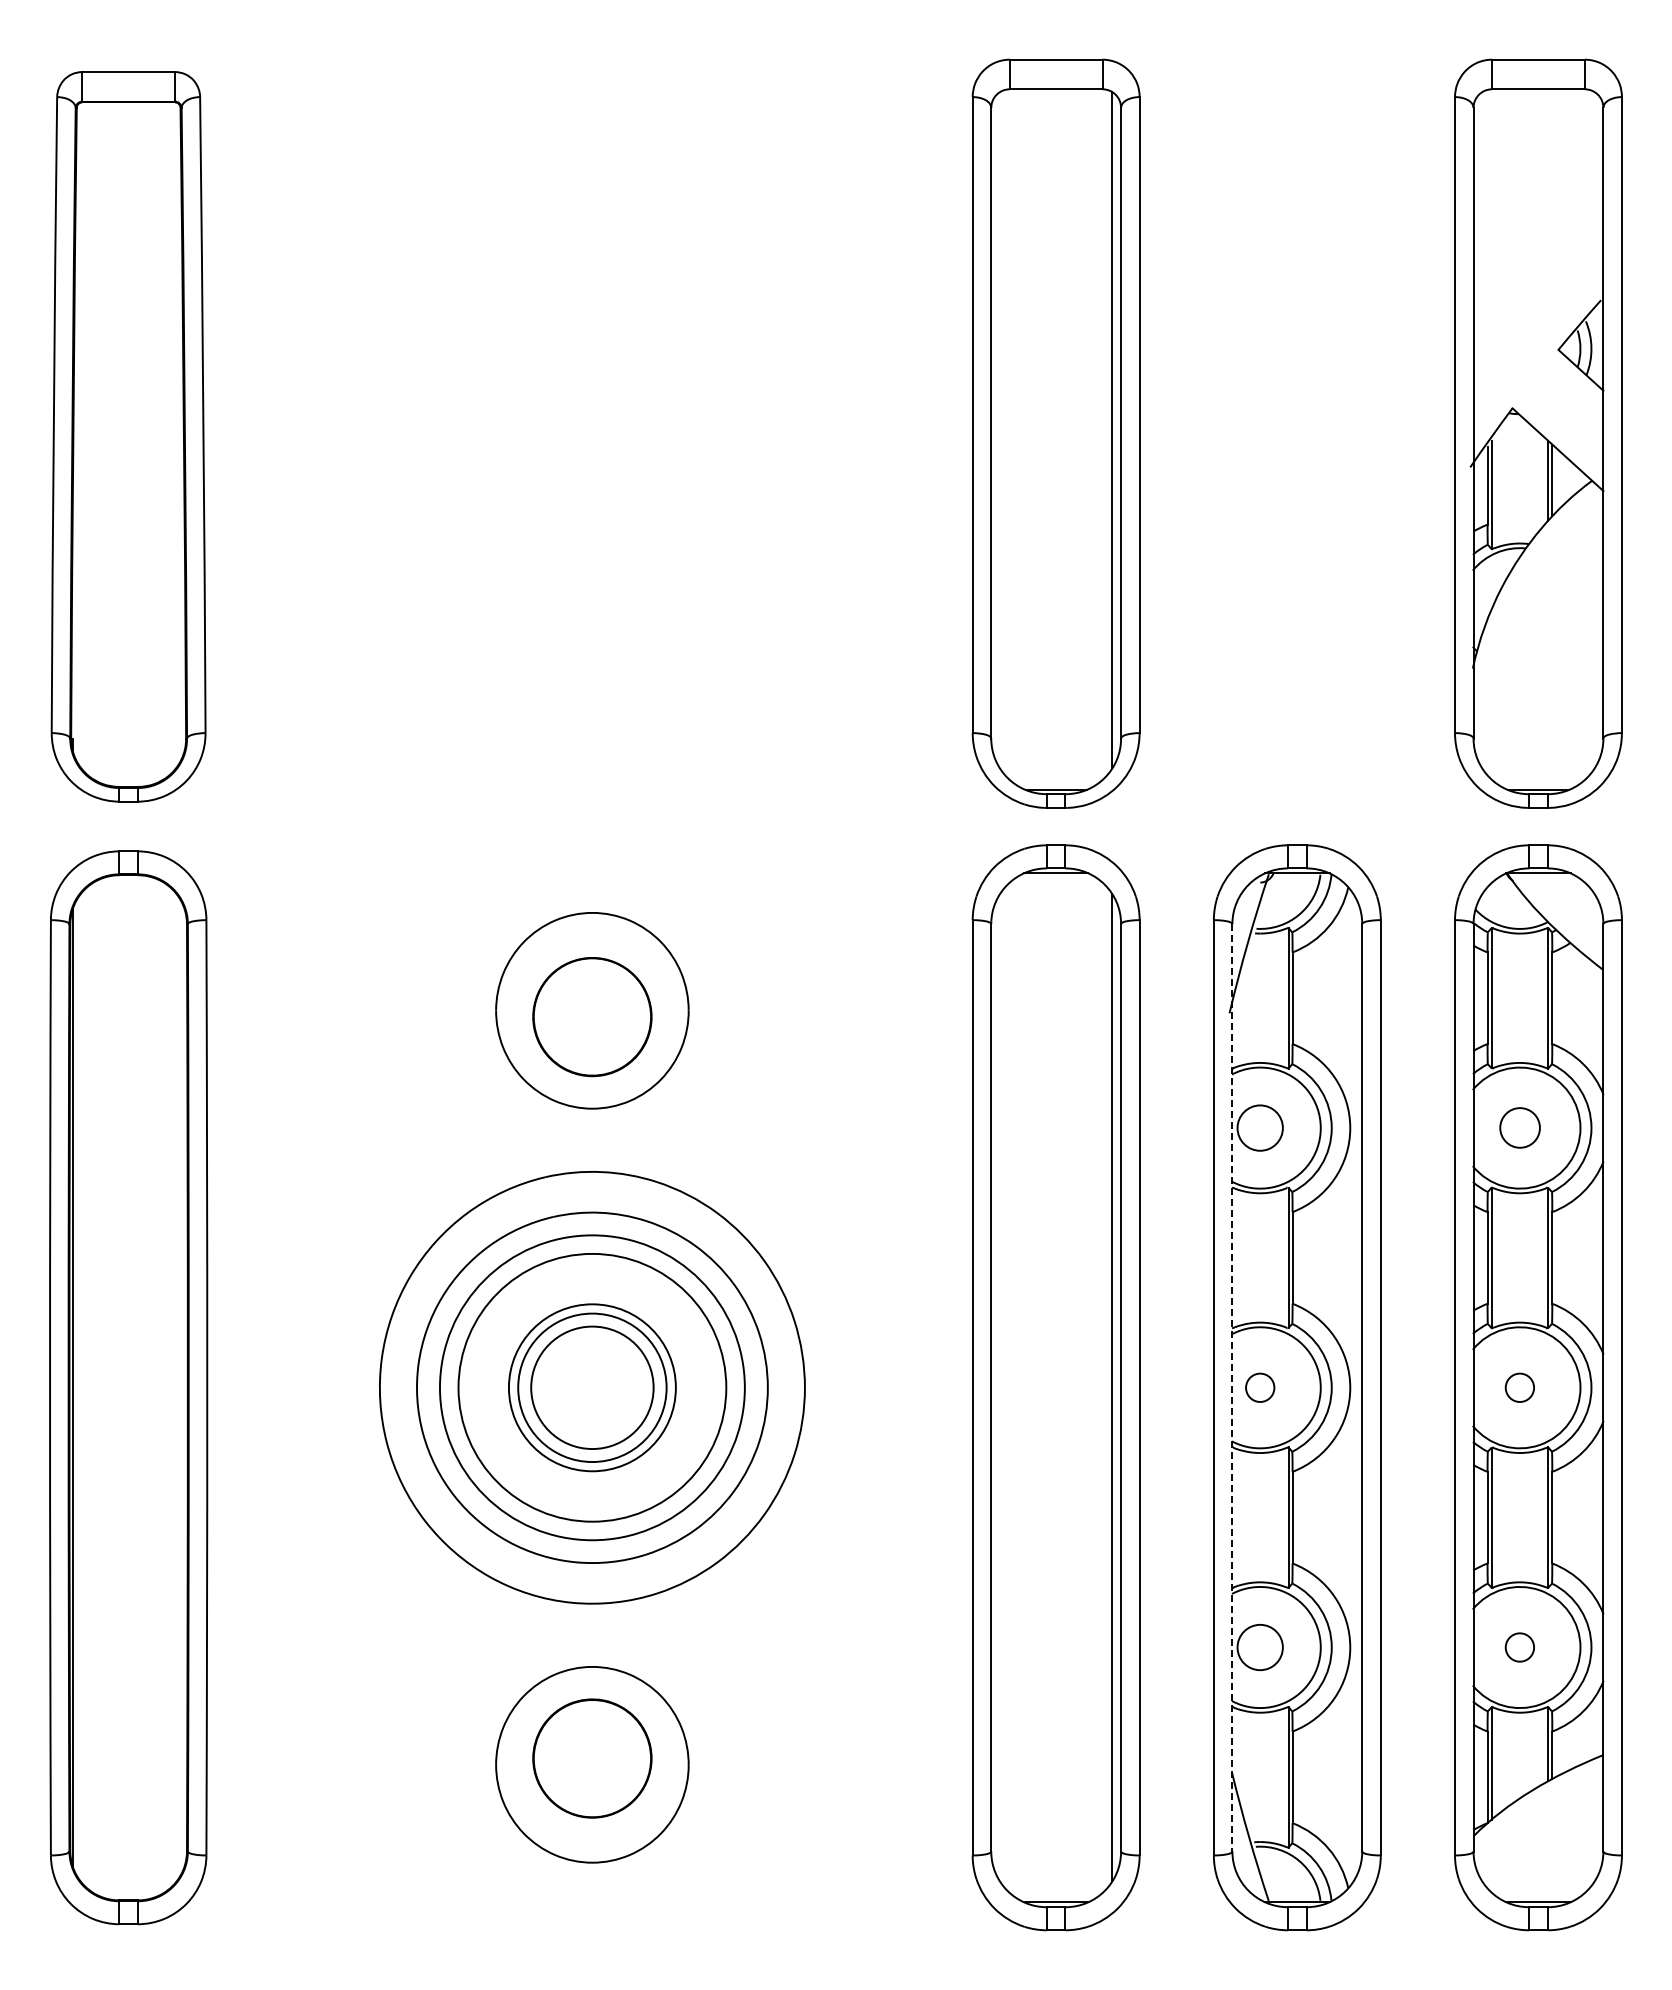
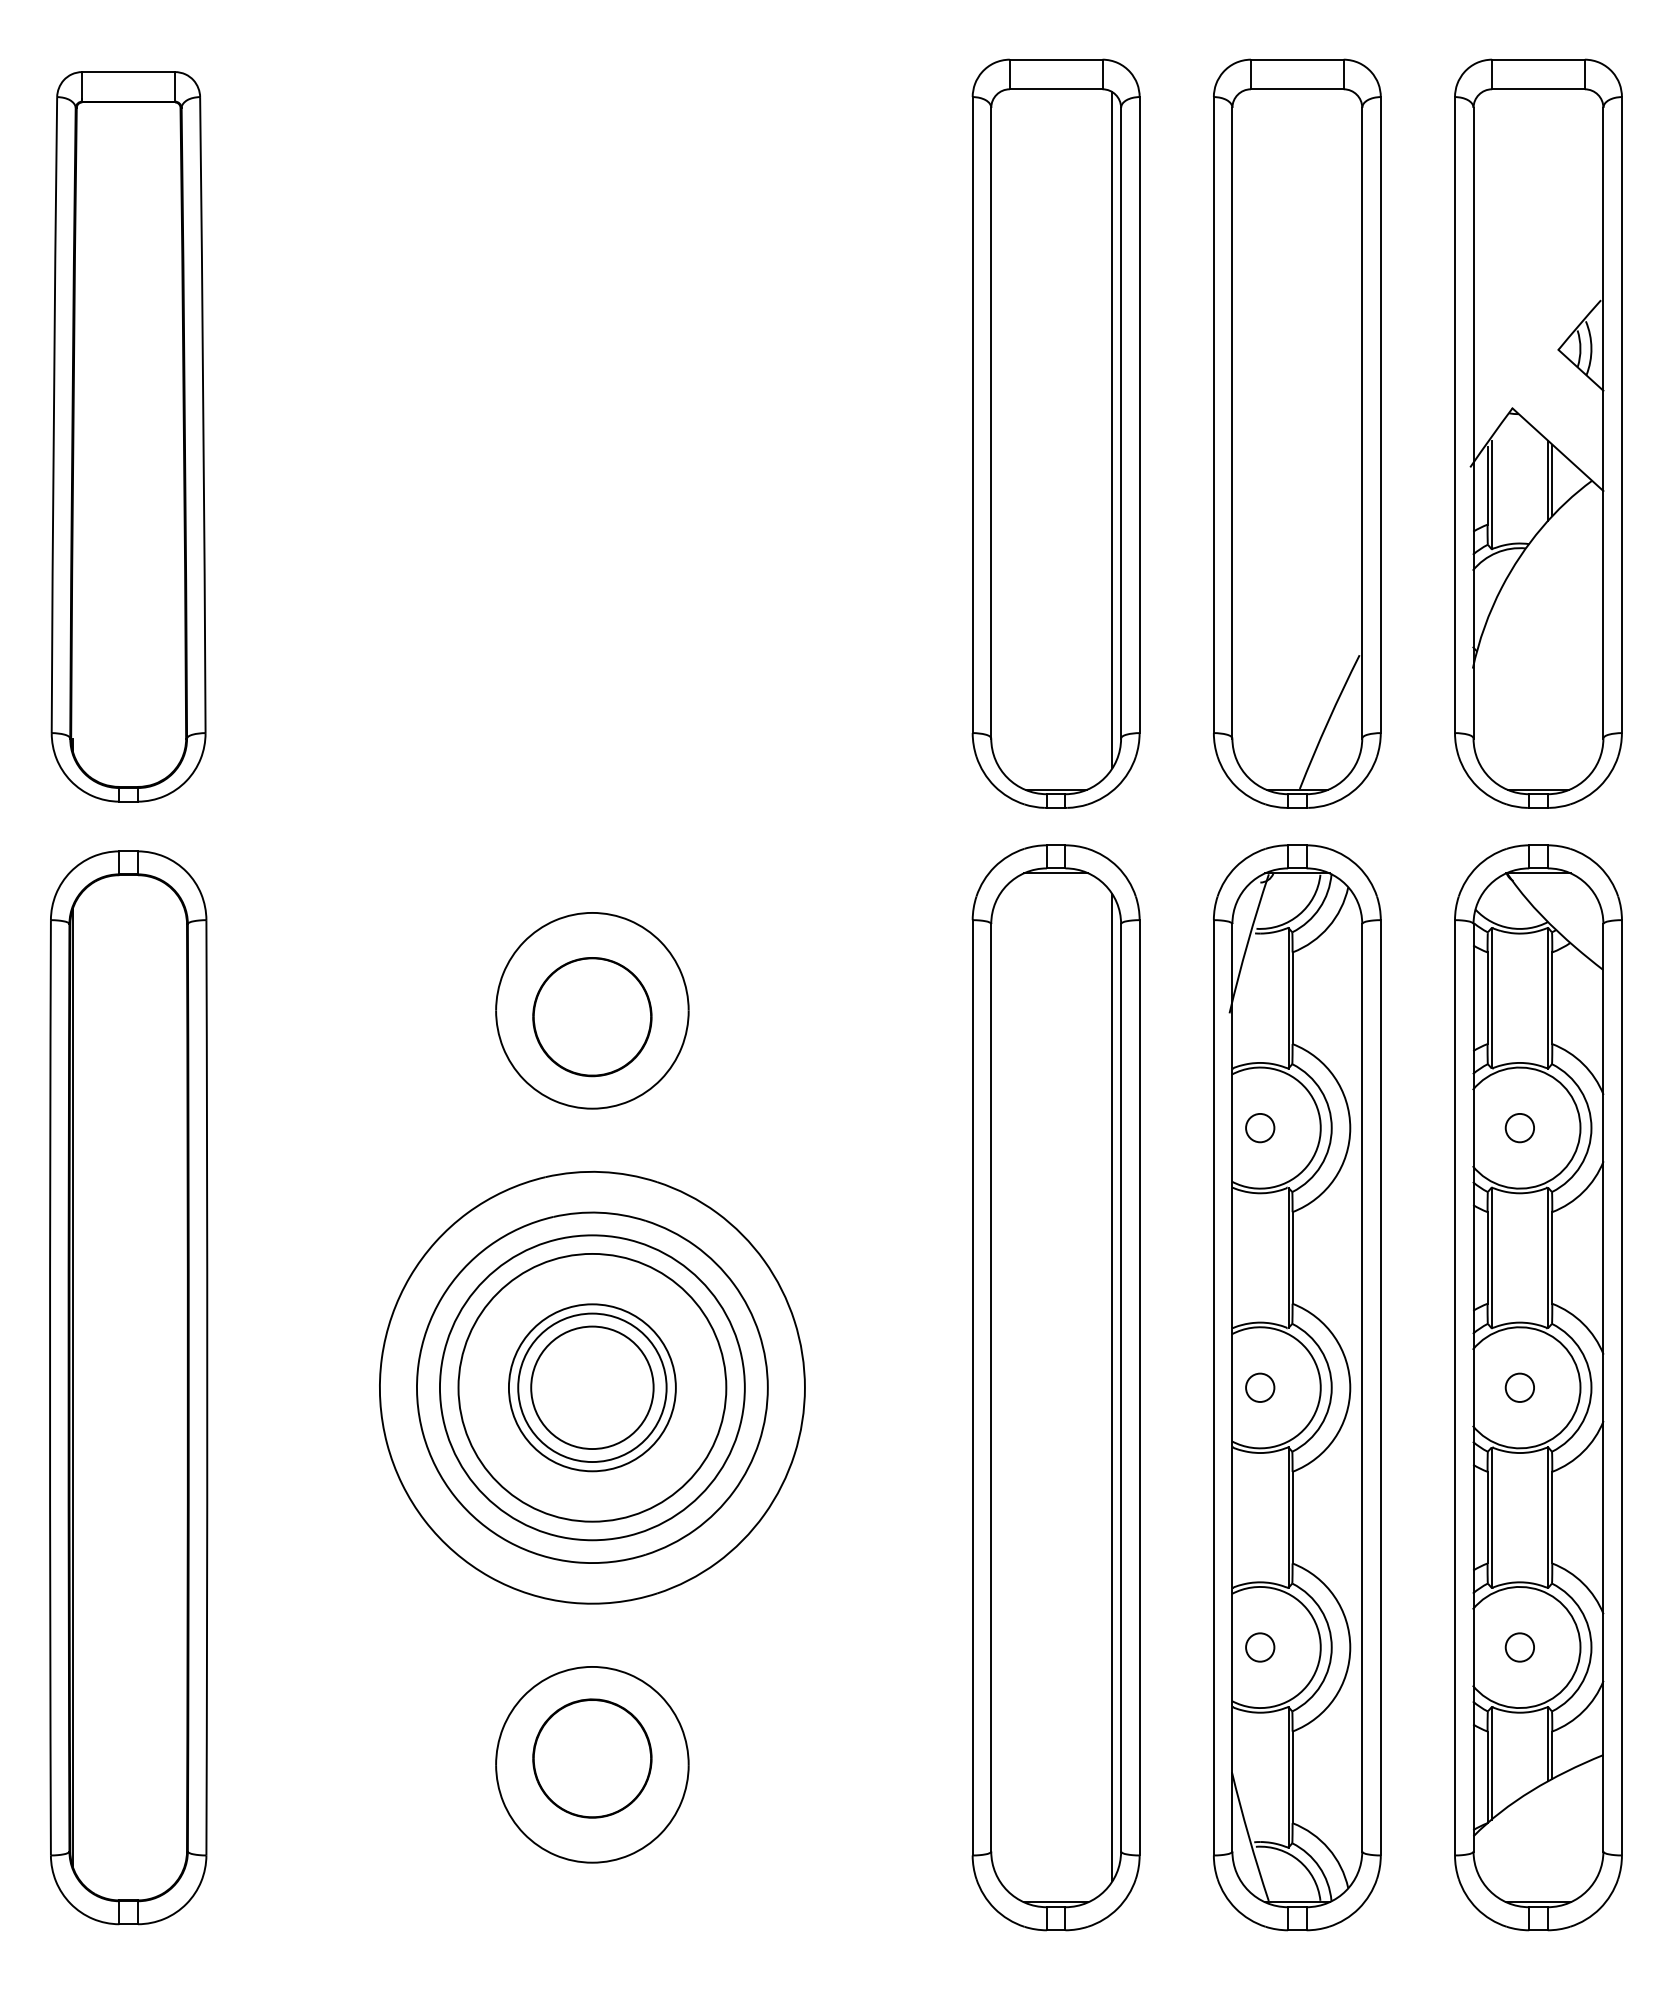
part at (1297, 433): none -> present
circle at (1259, 1127) diameter: 45 px -> 28 px
circle at (1519, 1127) size: 42x42 px -> 31x31 px
line at (1232, 1387): dashed -> solid
circle at (1259, 1647) diameter: 45 px -> 28 px
